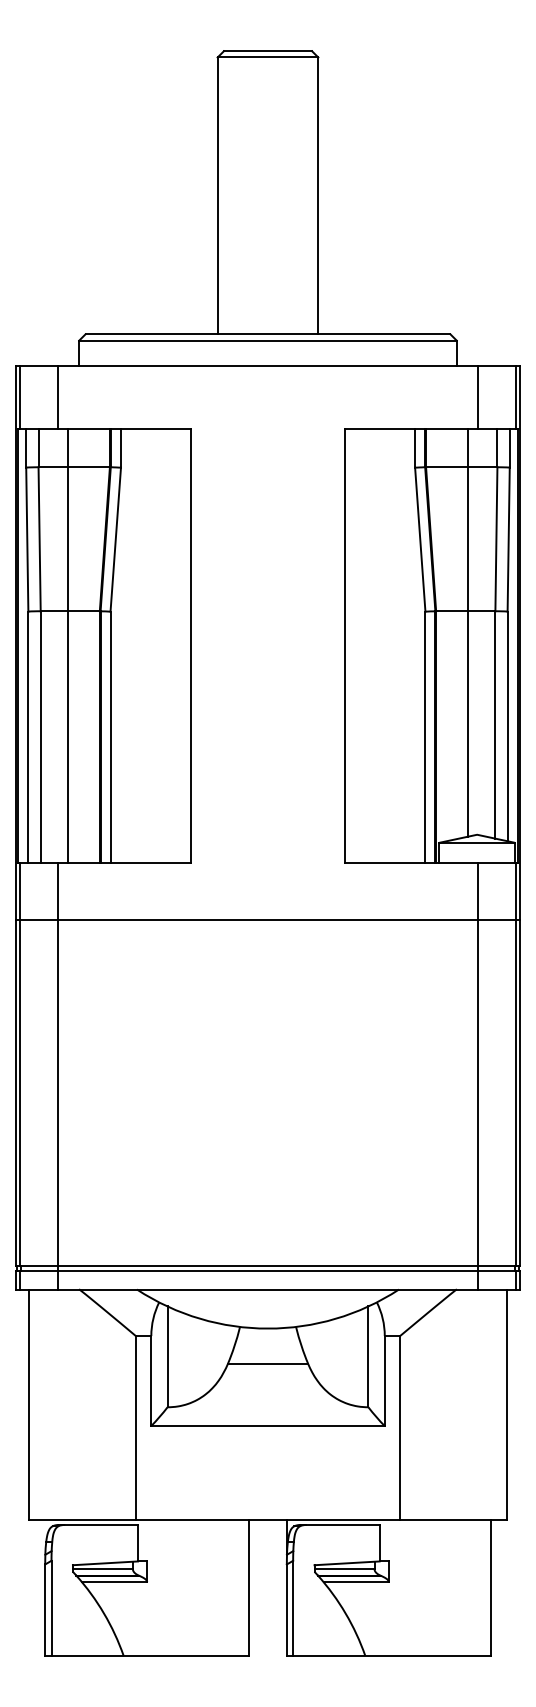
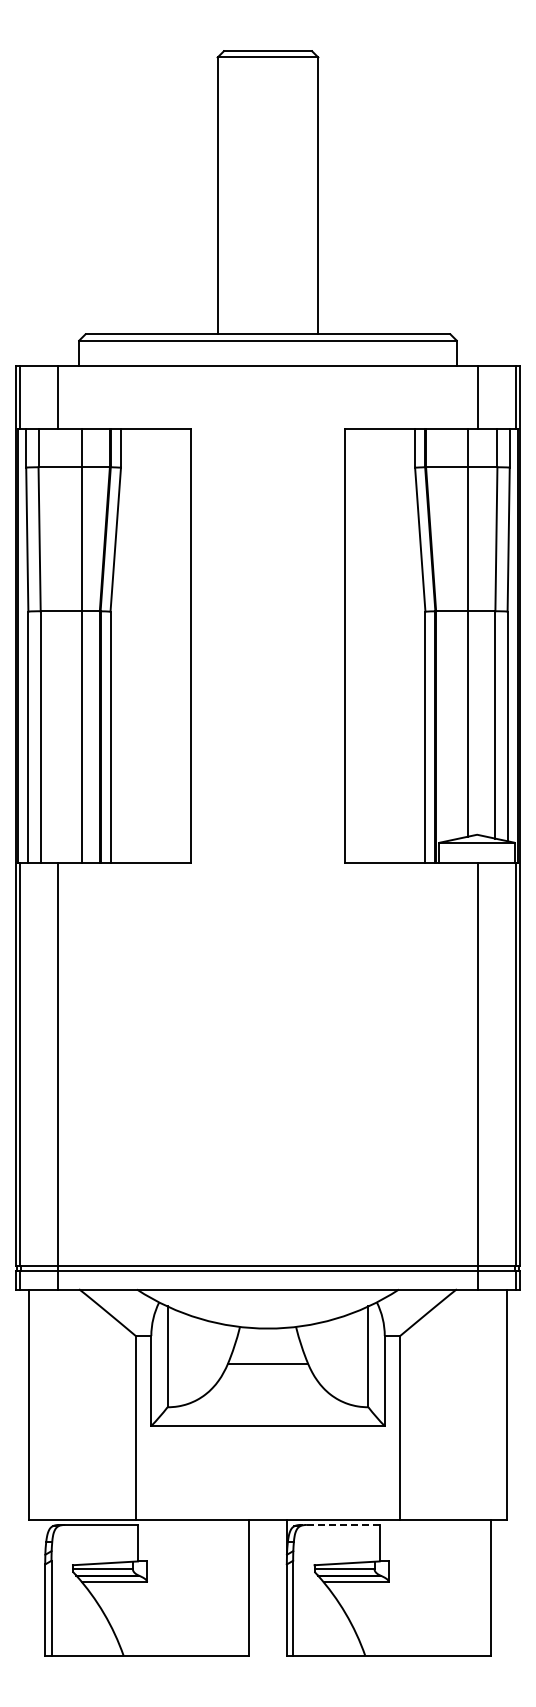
line at (68, 645) position: (68, 645) -> (82, 645)
line at (267, 919): present -> none
line at (339, 1524): solid -> dashed
